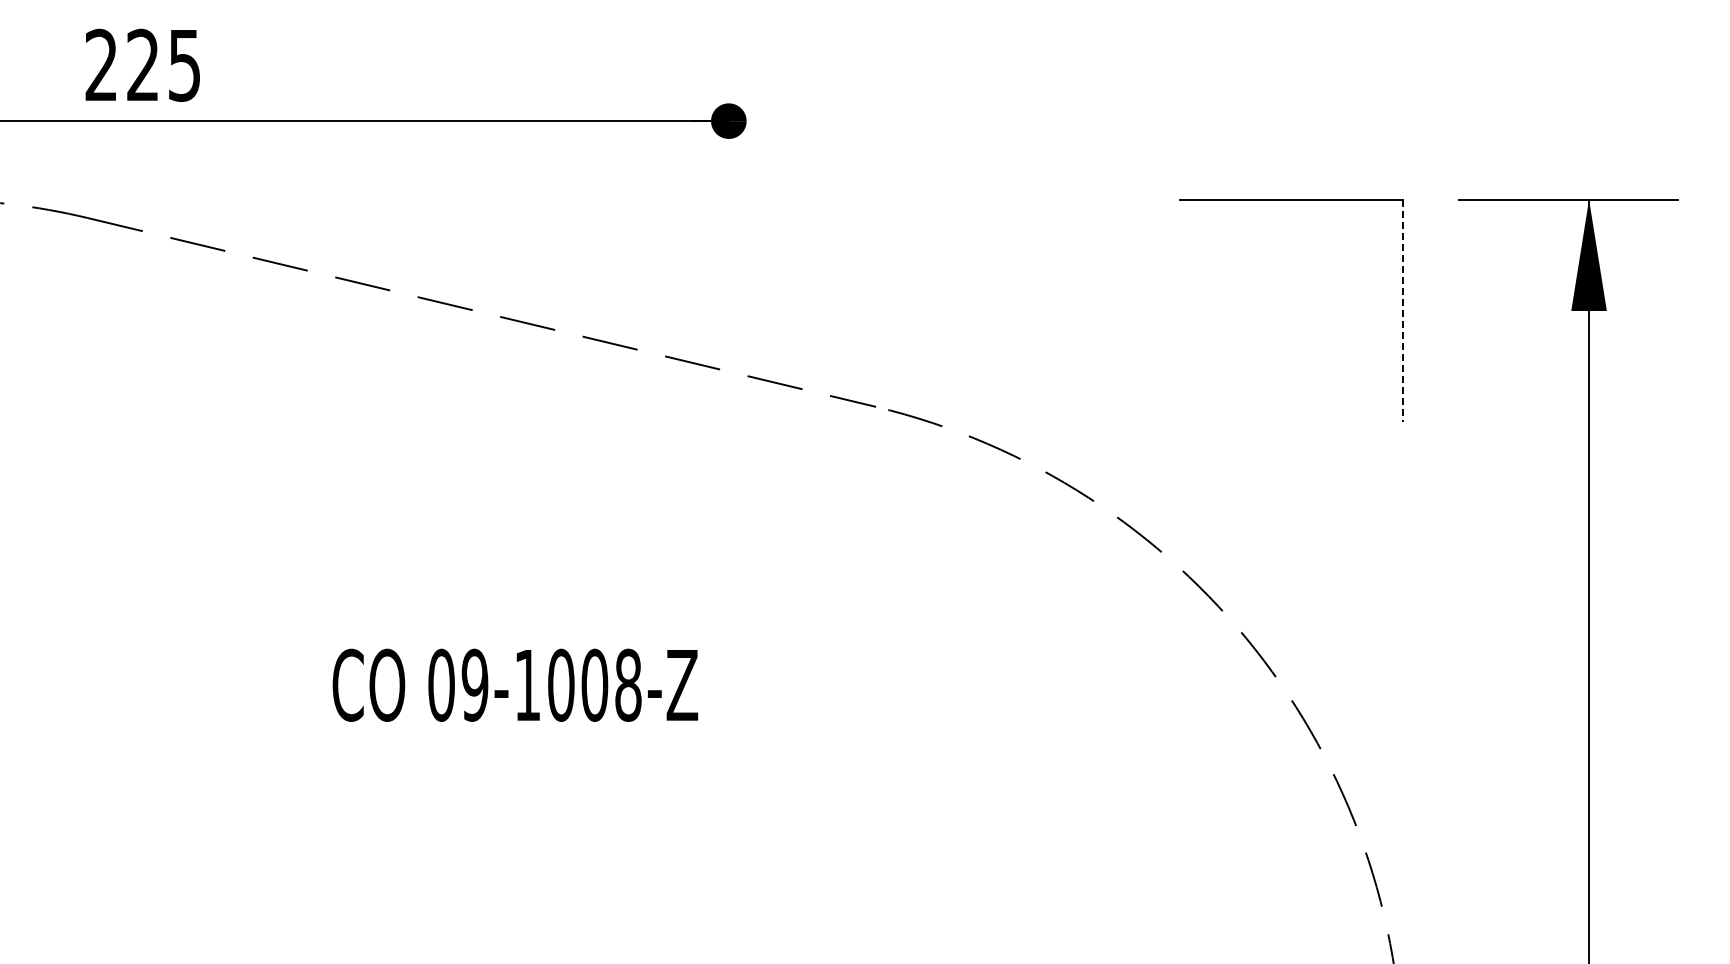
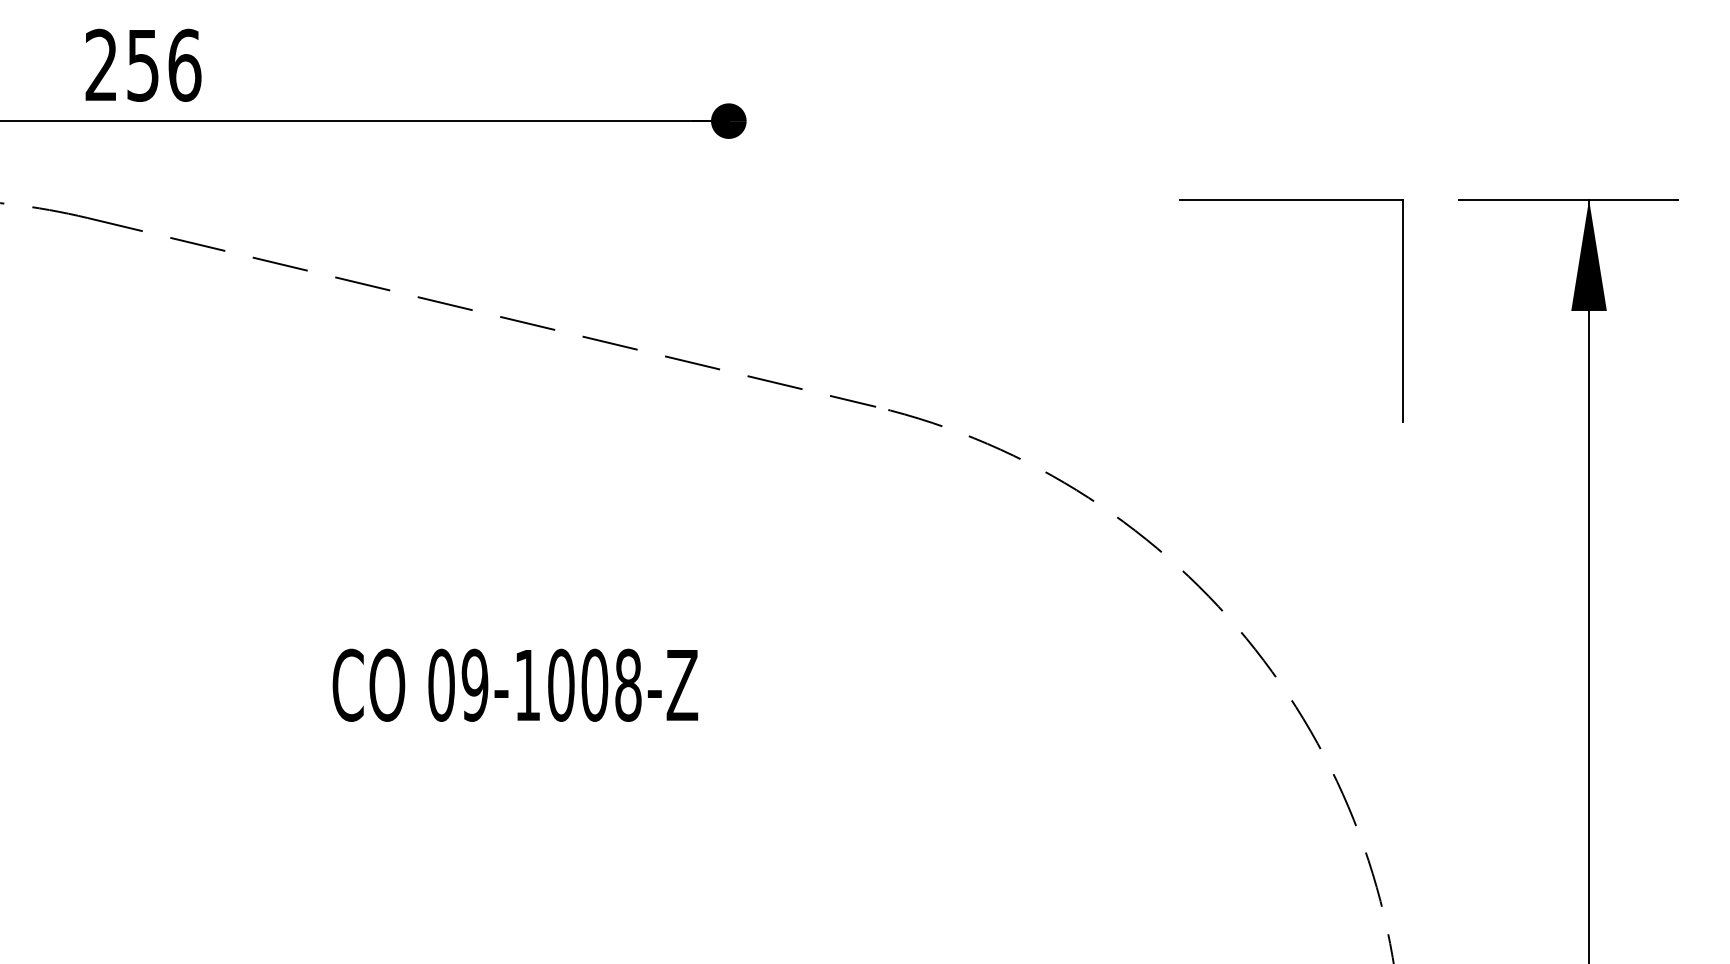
text at (164, 64): 225 -> 256
line at (1402, 311): dashed -> solid
